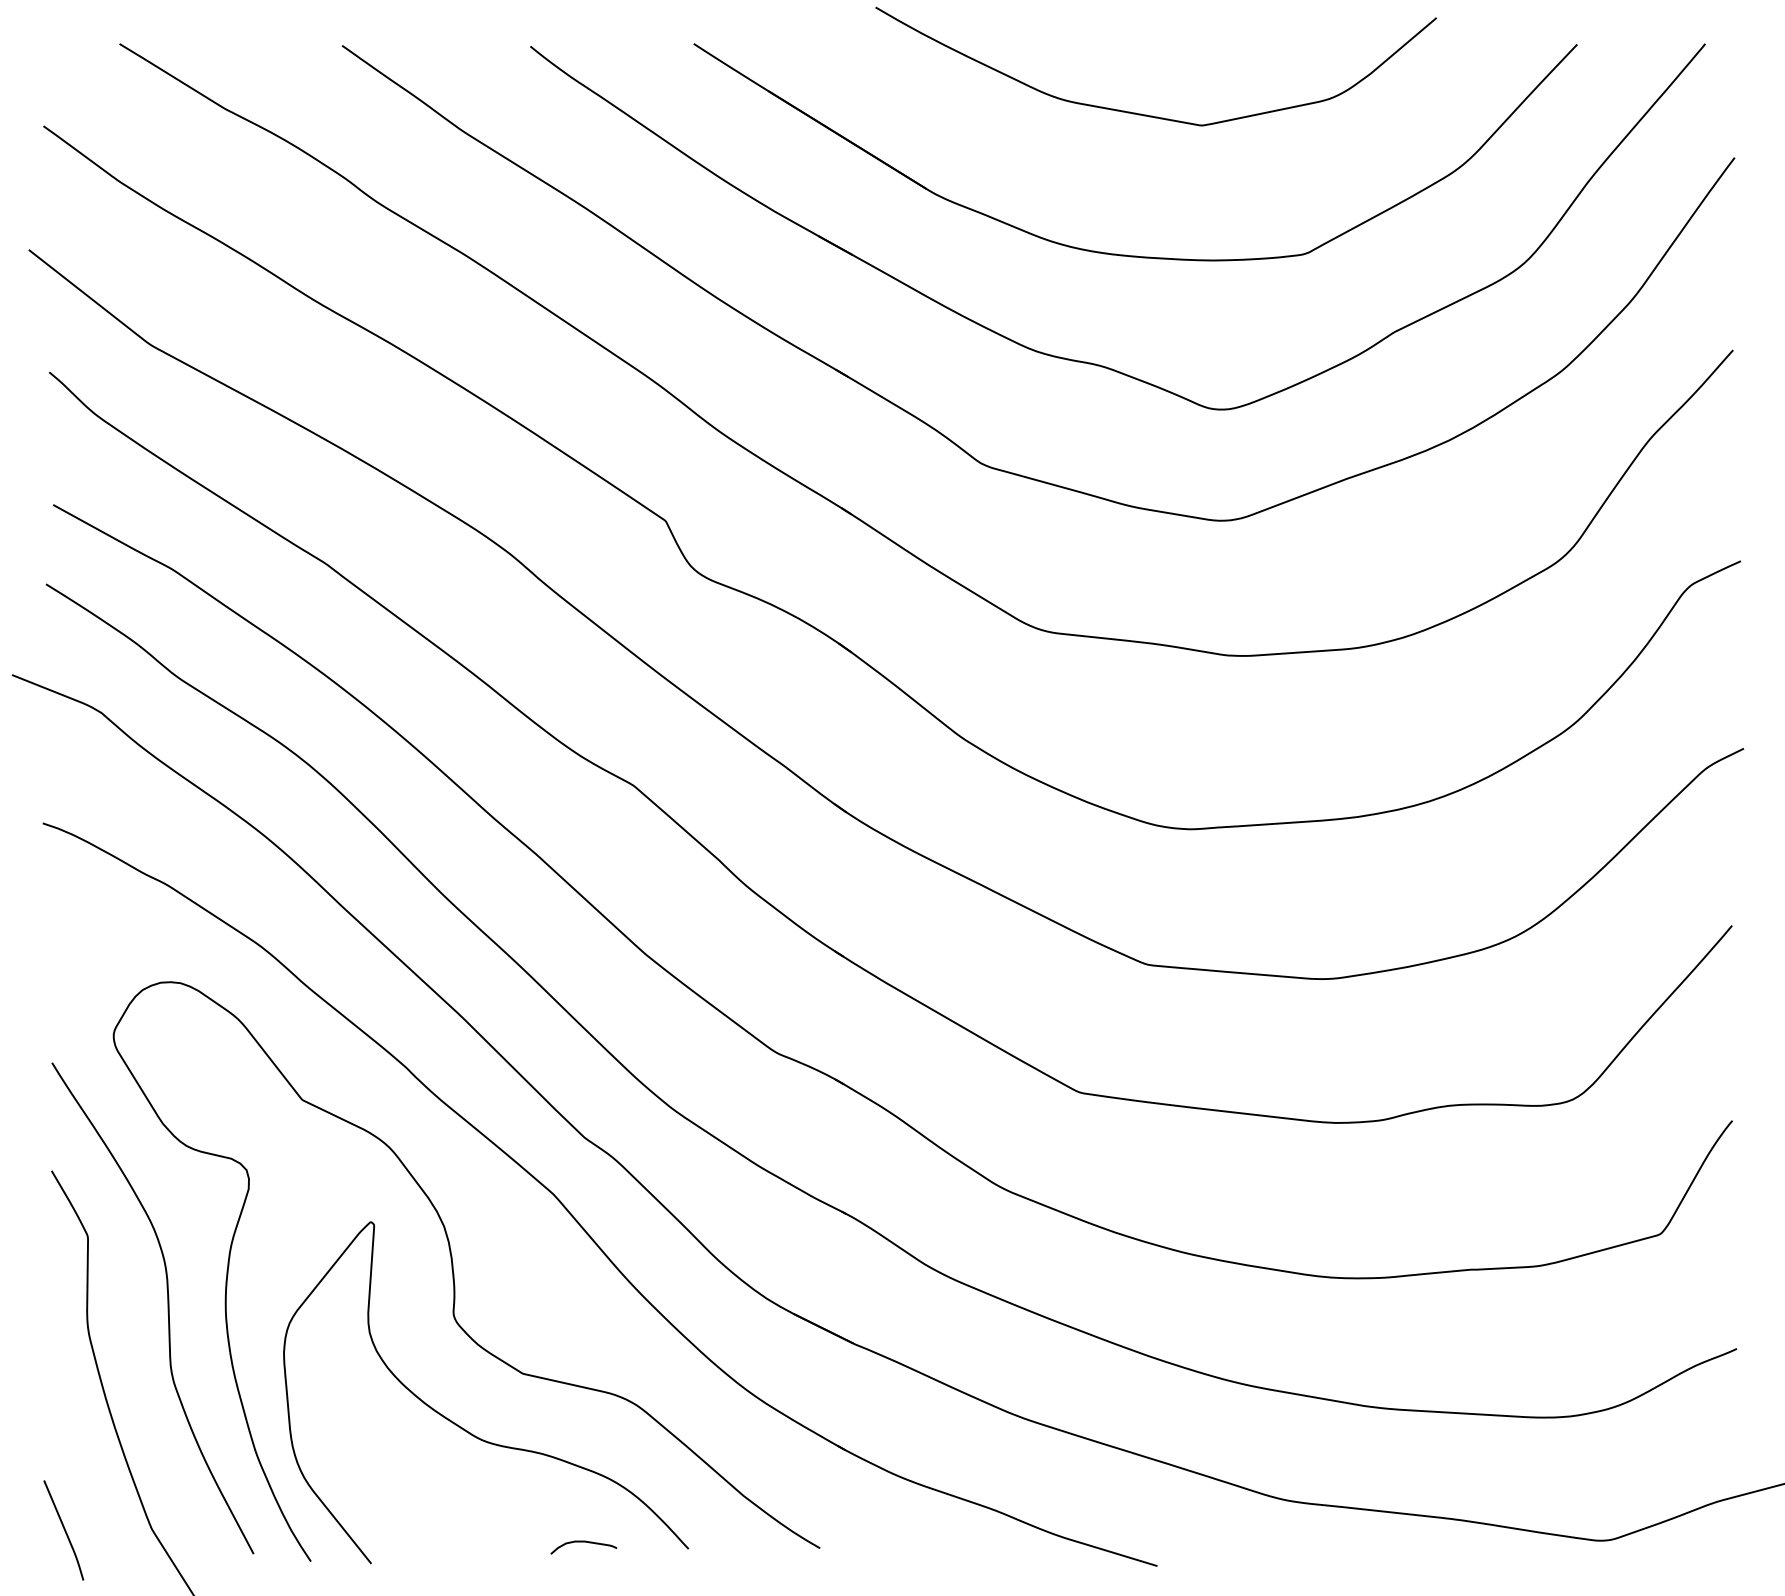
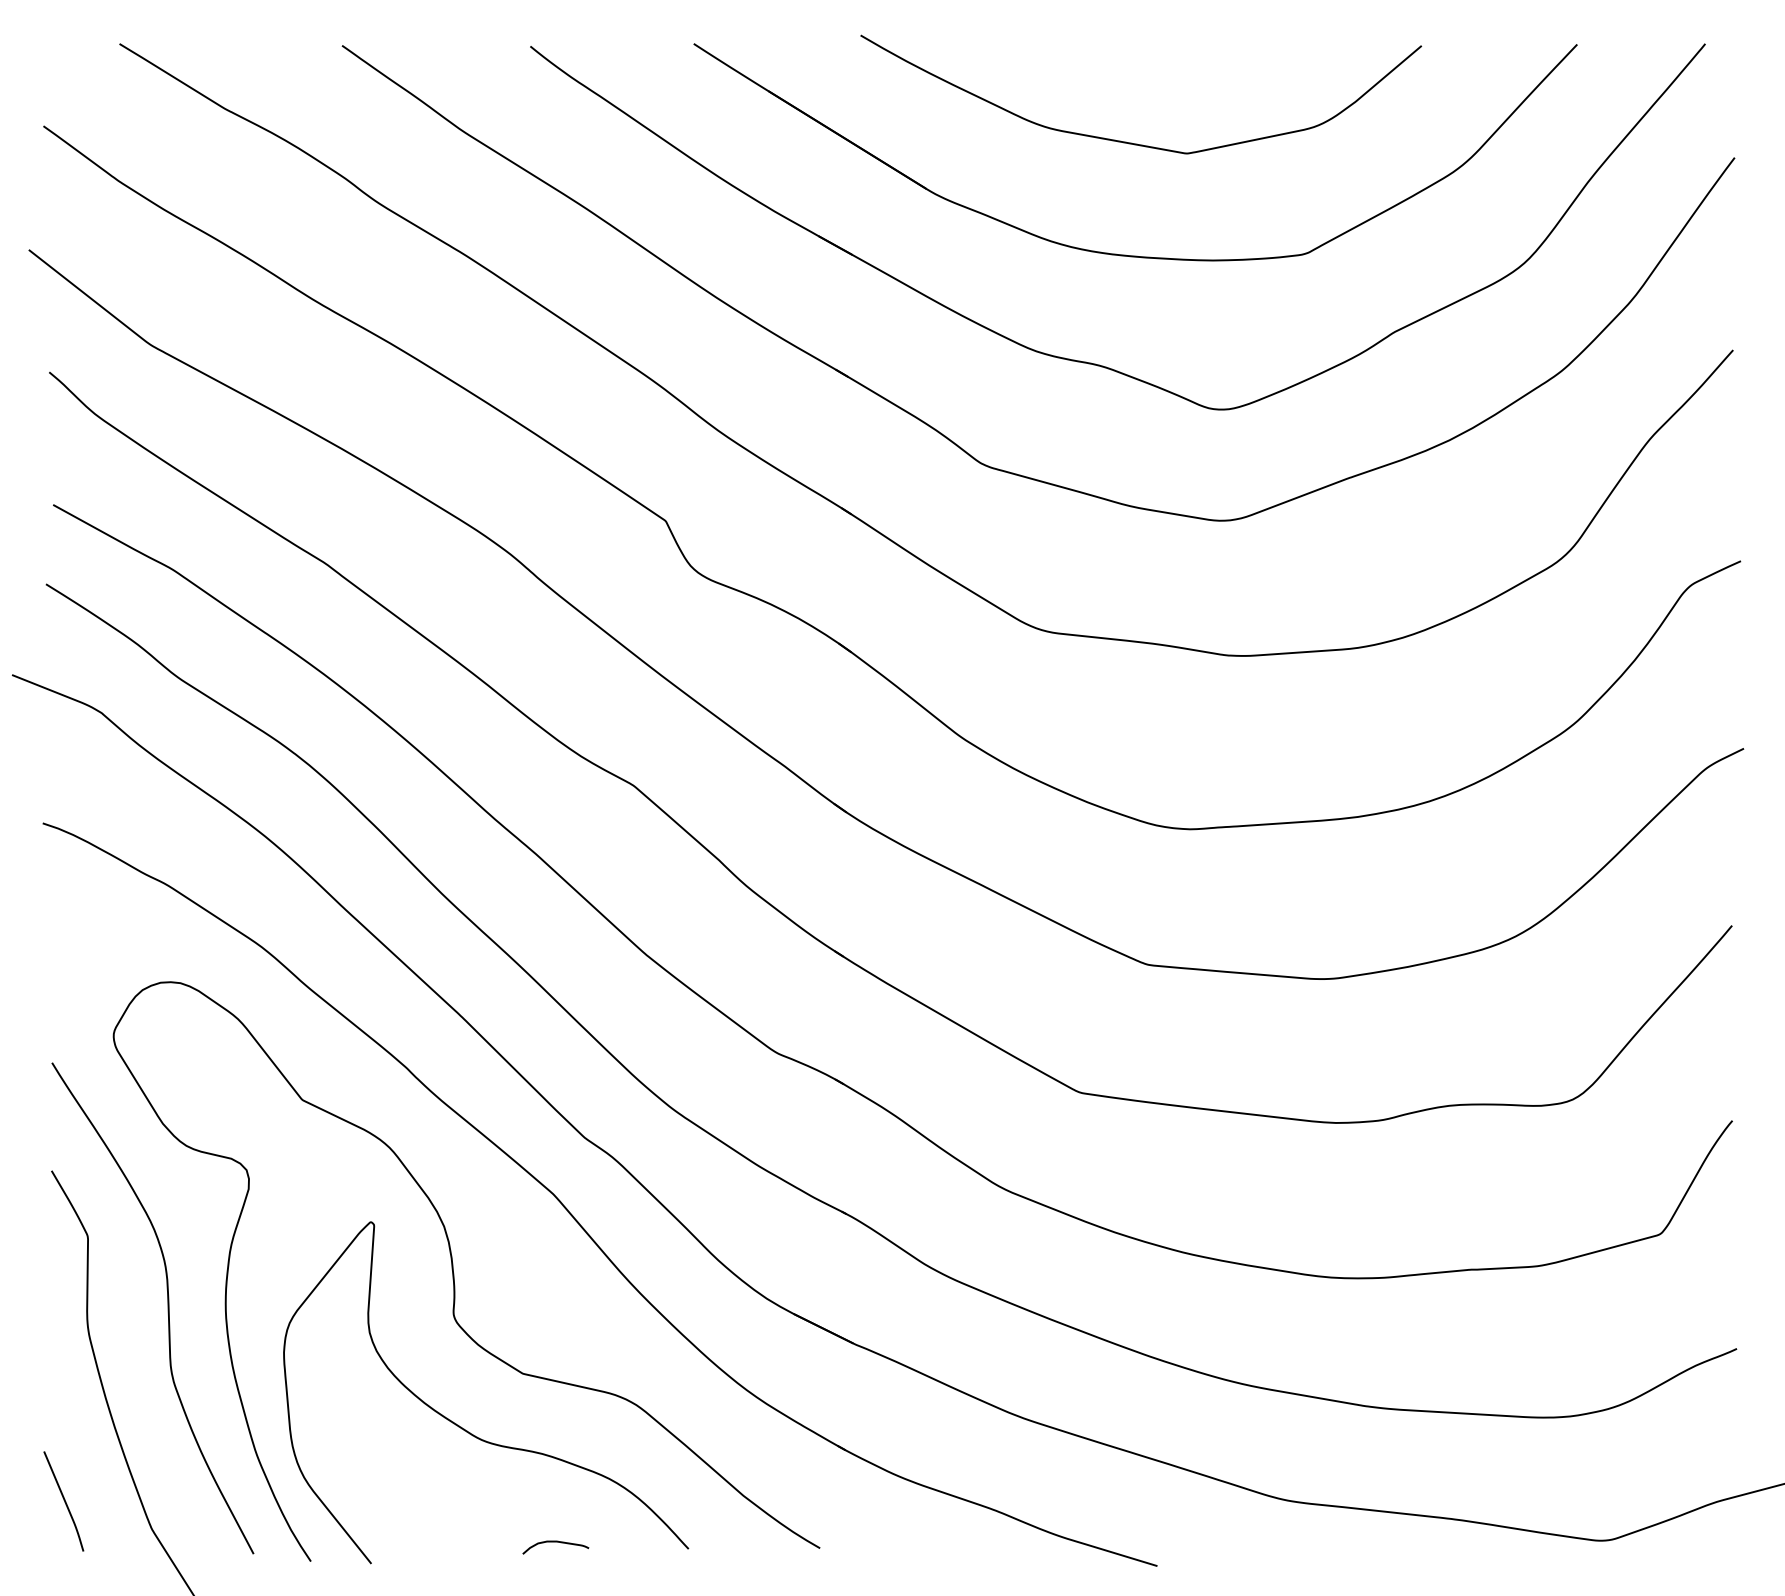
curve at (1146, 114) position: (1146, 114) -> (1131, 142)
curve at (63, 1529) position: (63, 1529) -> (63, 1500)
curve at (583, 1542) position: (583, 1542) -> (555, 1542)
